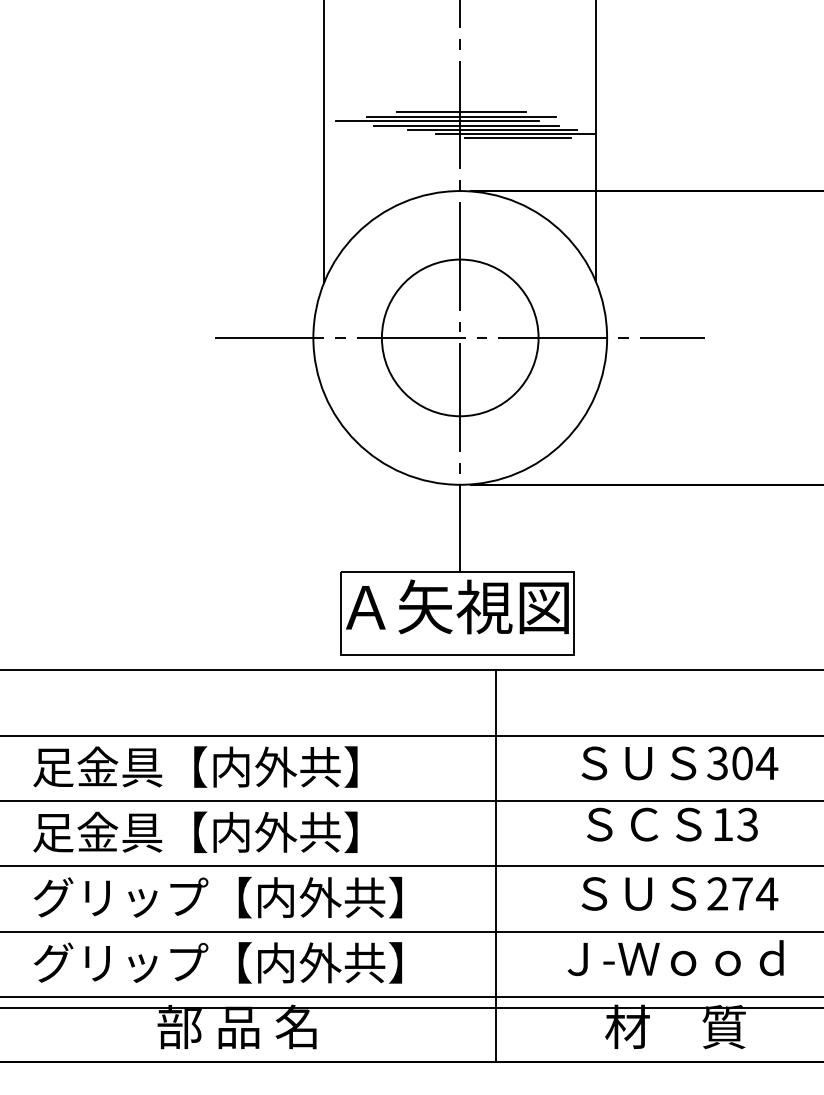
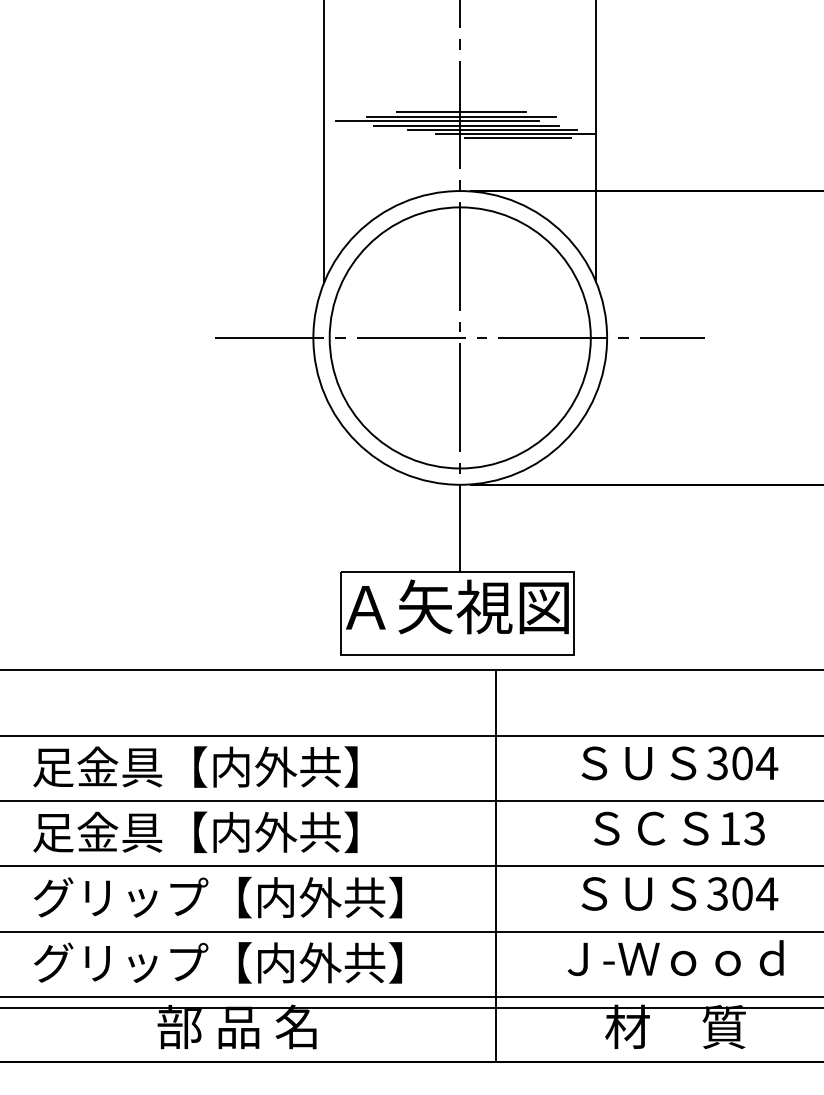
circle at (459, 337) diameter: 157 px -> 261 px
text at (672, 824) position: (672, 824) -> (679, 828)
text at (729, 893): 274 -> 304
